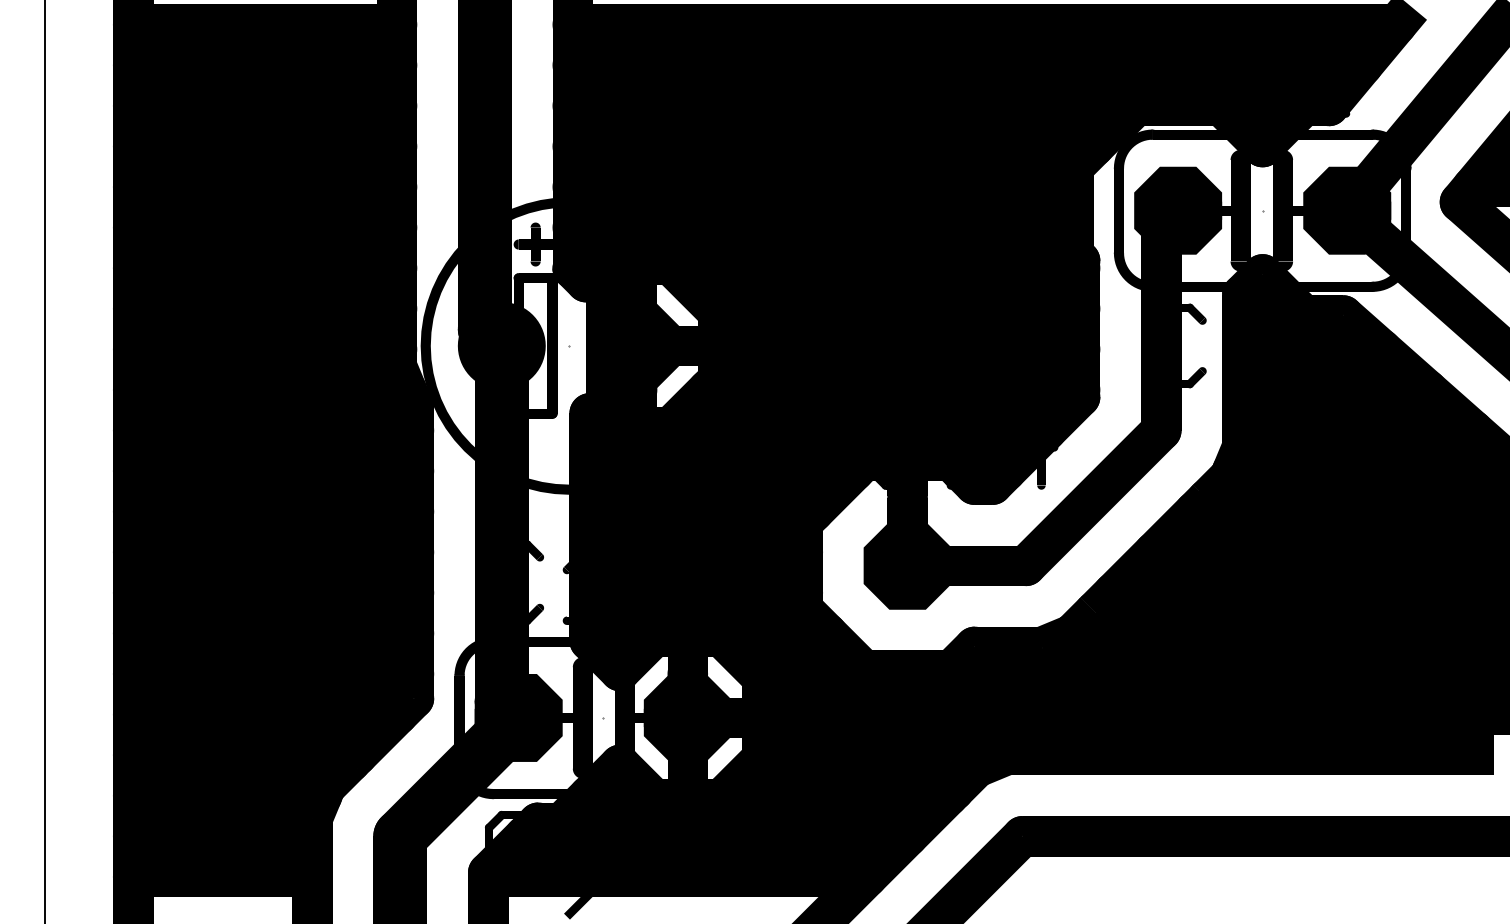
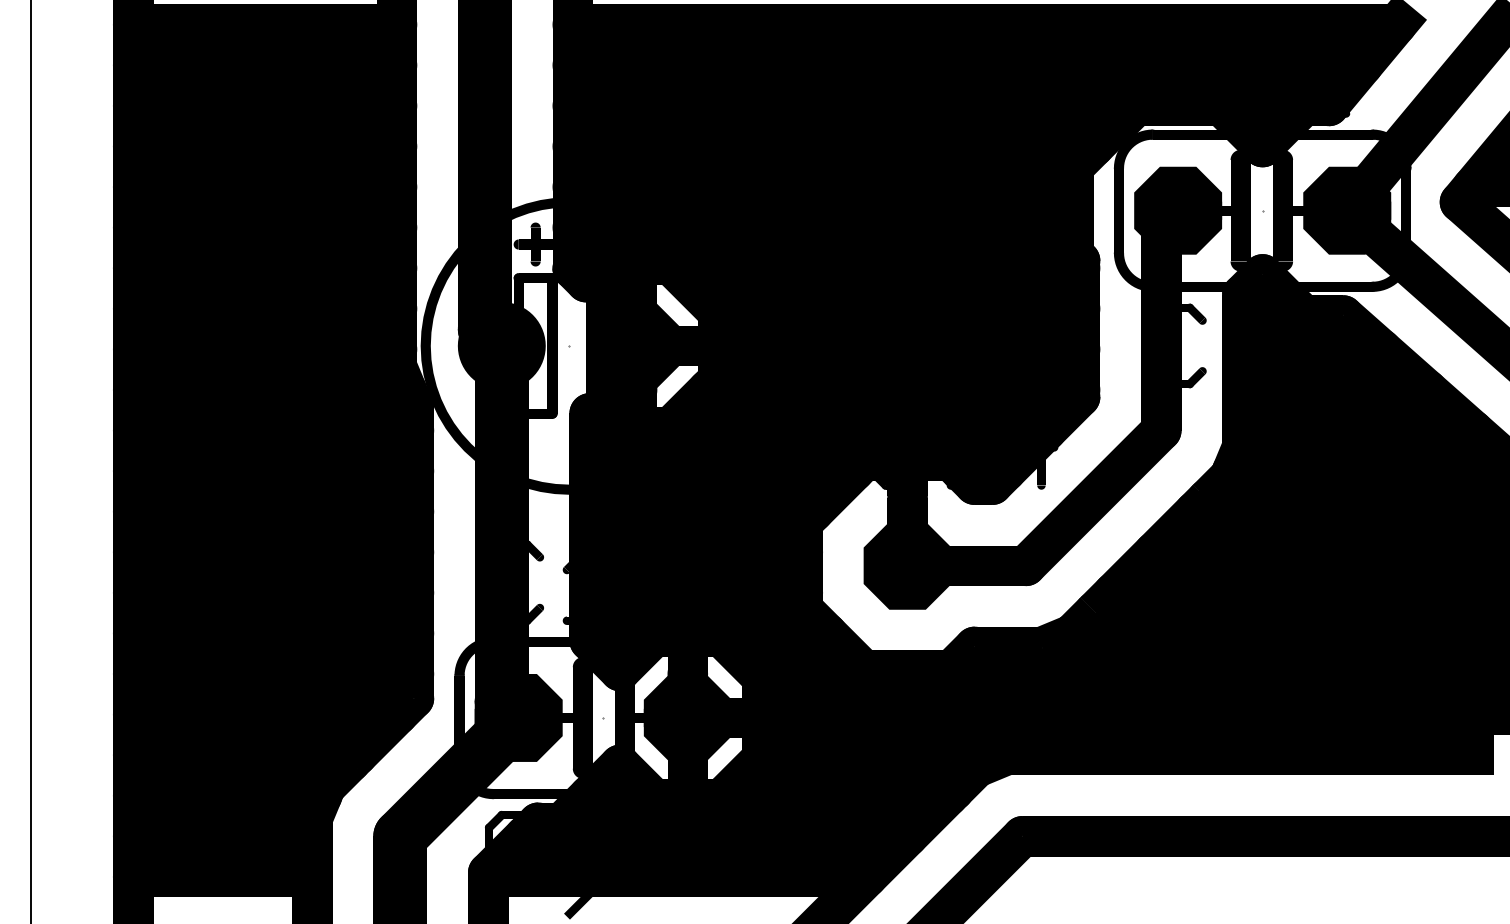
line at (45, 461) position: (45, 461) -> (31, 461)
